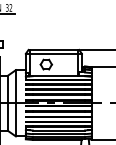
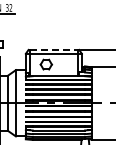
line at (54, 49): solid -> dashed
